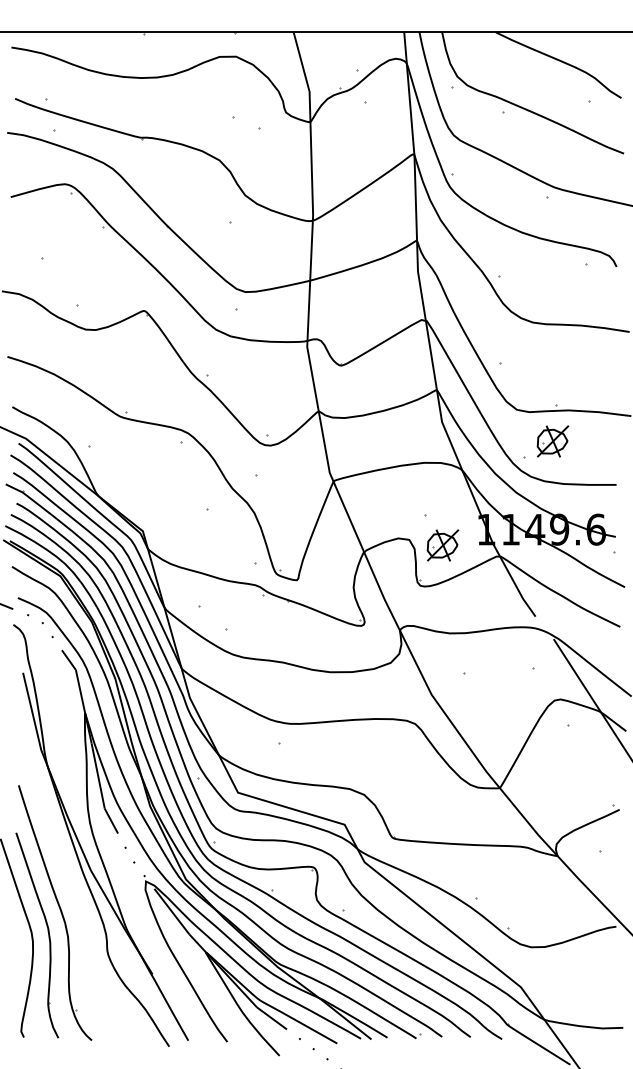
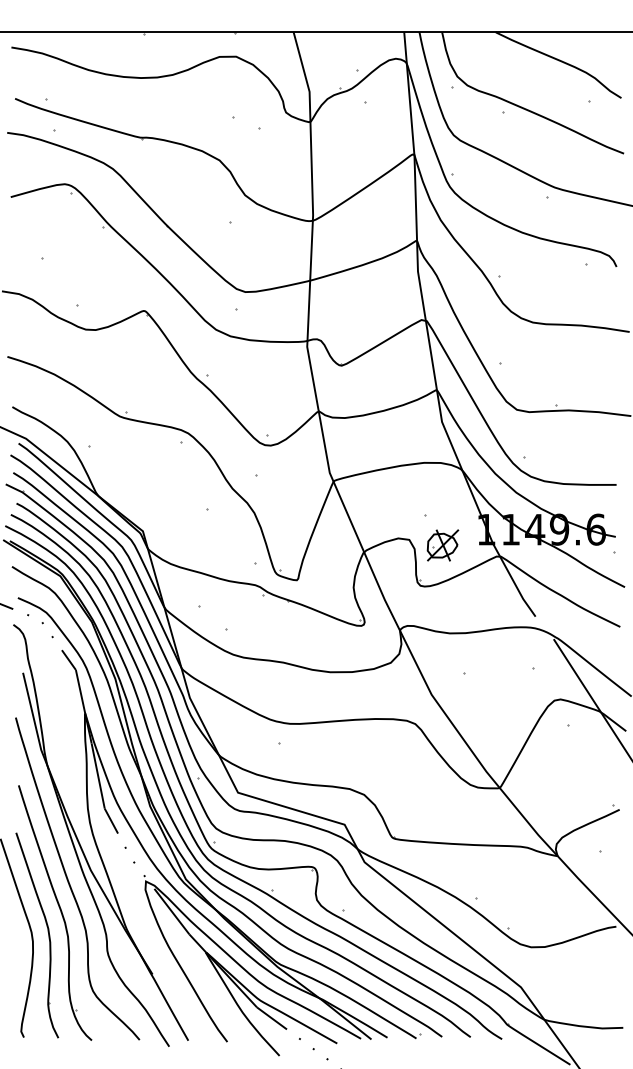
part at (552, 441): present -> none
curve at (69, 881): none -> present
